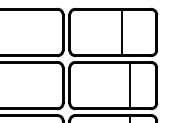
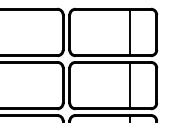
line at (121, 32) position: (121, 32) -> (129, 32)
